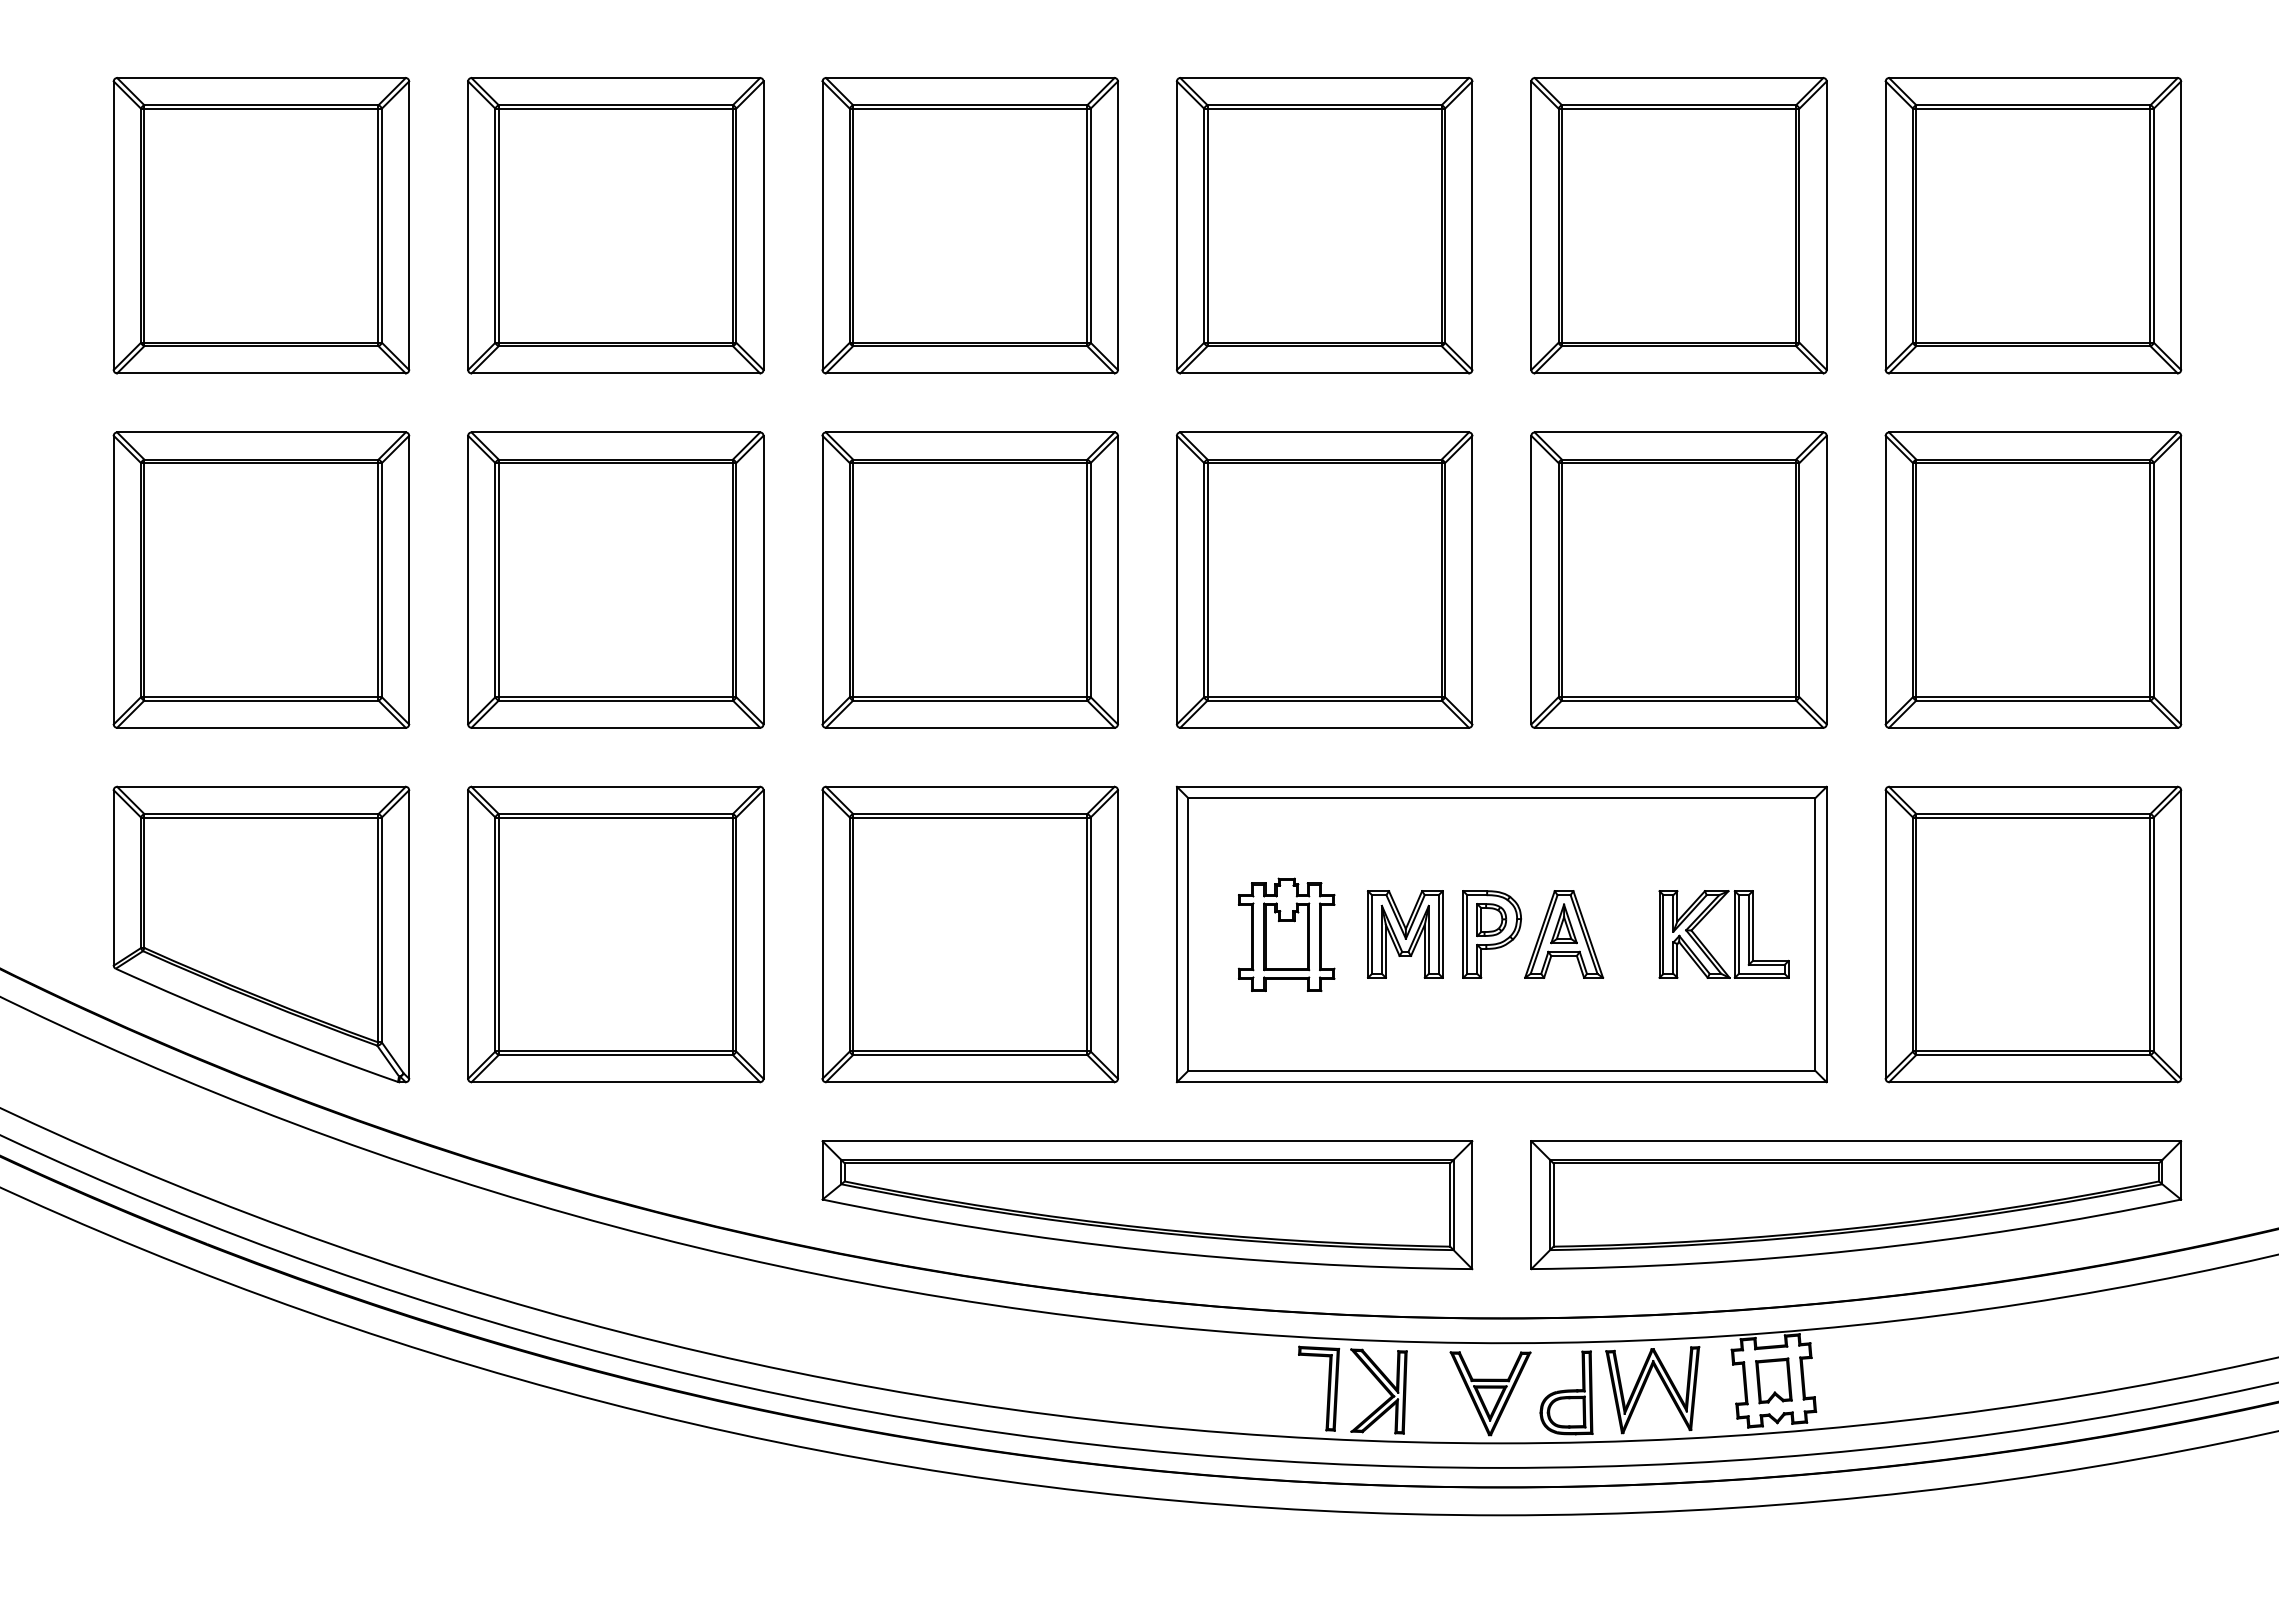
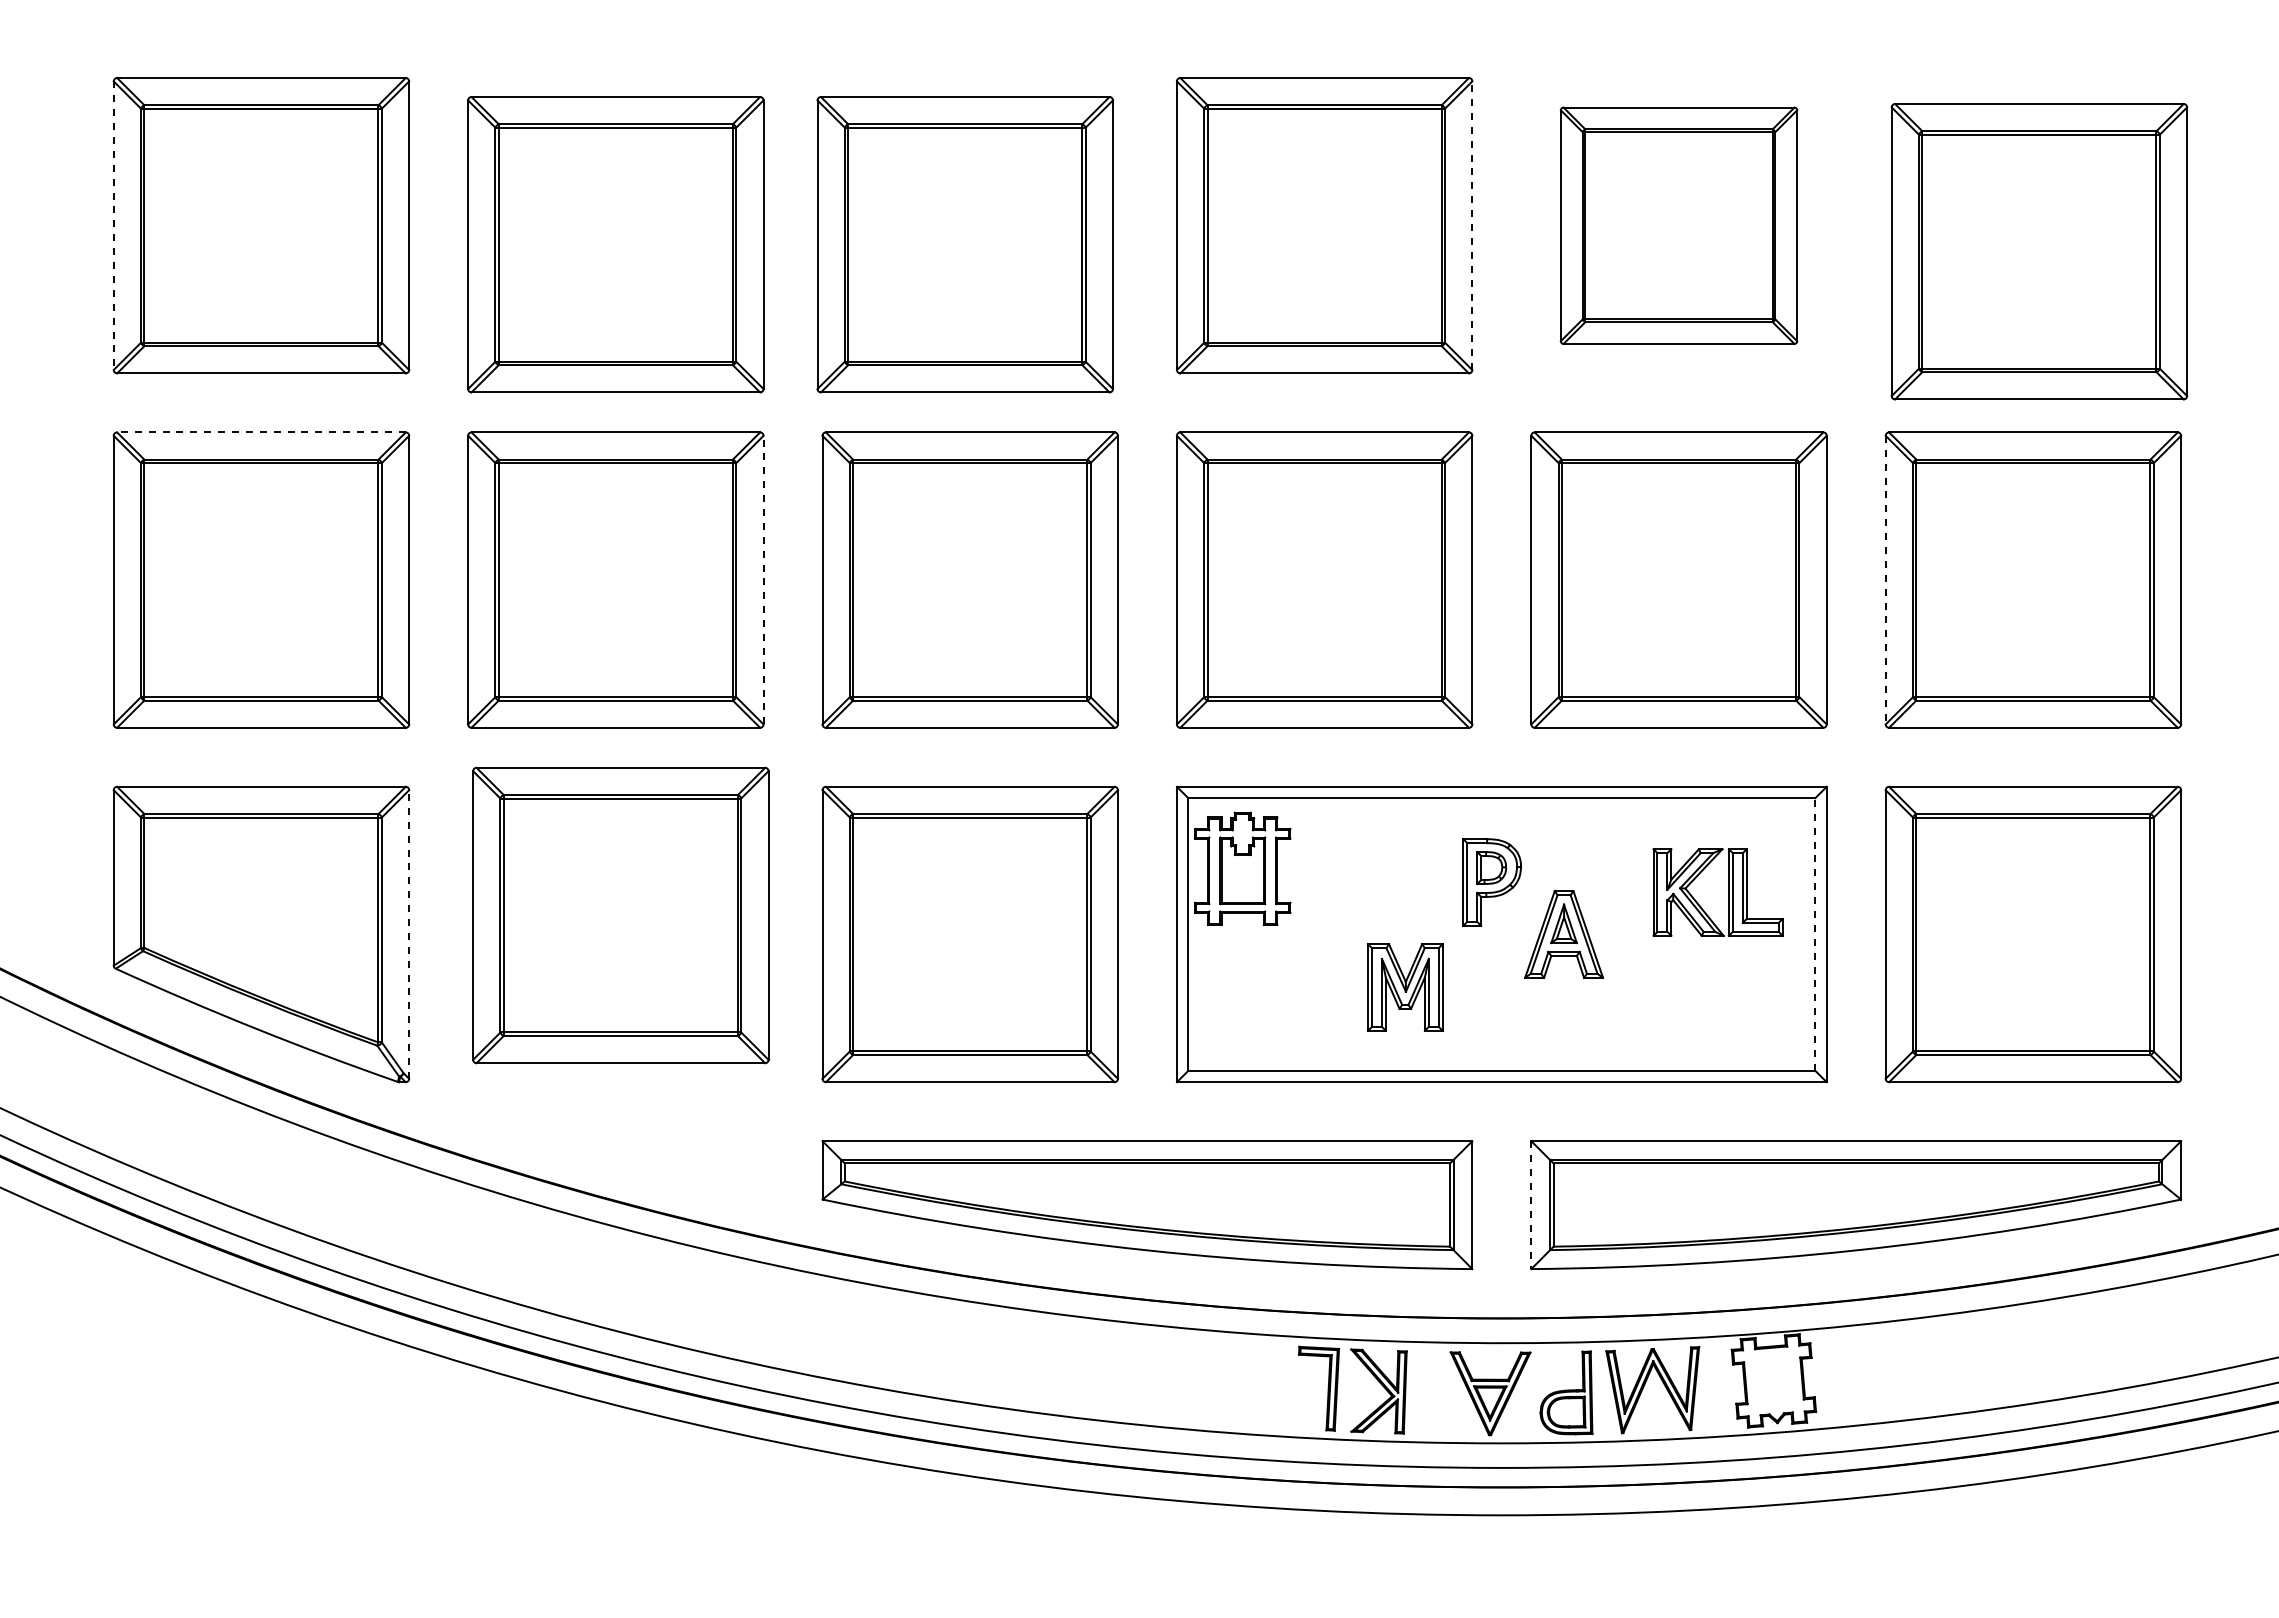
part at (615, 225) position: (615, 225) -> (615, 244)
part at (969, 225) position: (969, 225) -> (964, 244)
line at (1472, 225): solid -> dashed
part at (1678, 225) size: 298x298 px -> 240x239 px
part at (2033, 225) position: (2033, 225) -> (2039, 251)
line at (113, 226): solid -> dashed
line at (260, 432): solid -> dashed
line at (763, 579): solid -> dashed
line at (1885, 580): solid -> dashed
line at (409, 934): solid -> dashed
part at (615, 934) position: (615, 934) -> (620, 915)
part at (1286, 934) position: (1286, 934) -> (1242, 868)
part at (1405, 934) position: (1405, 934) -> (1405, 987)
part at (1491, 934) position: (1491, 934) -> (1491, 882)
part at (1734, 934) position: (1734, 934) -> (1728, 892)
line at (1815, 934): solid -> dashed
line at (1531, 1205): solid -> dashed
part at (1773, 1380): present -> none
